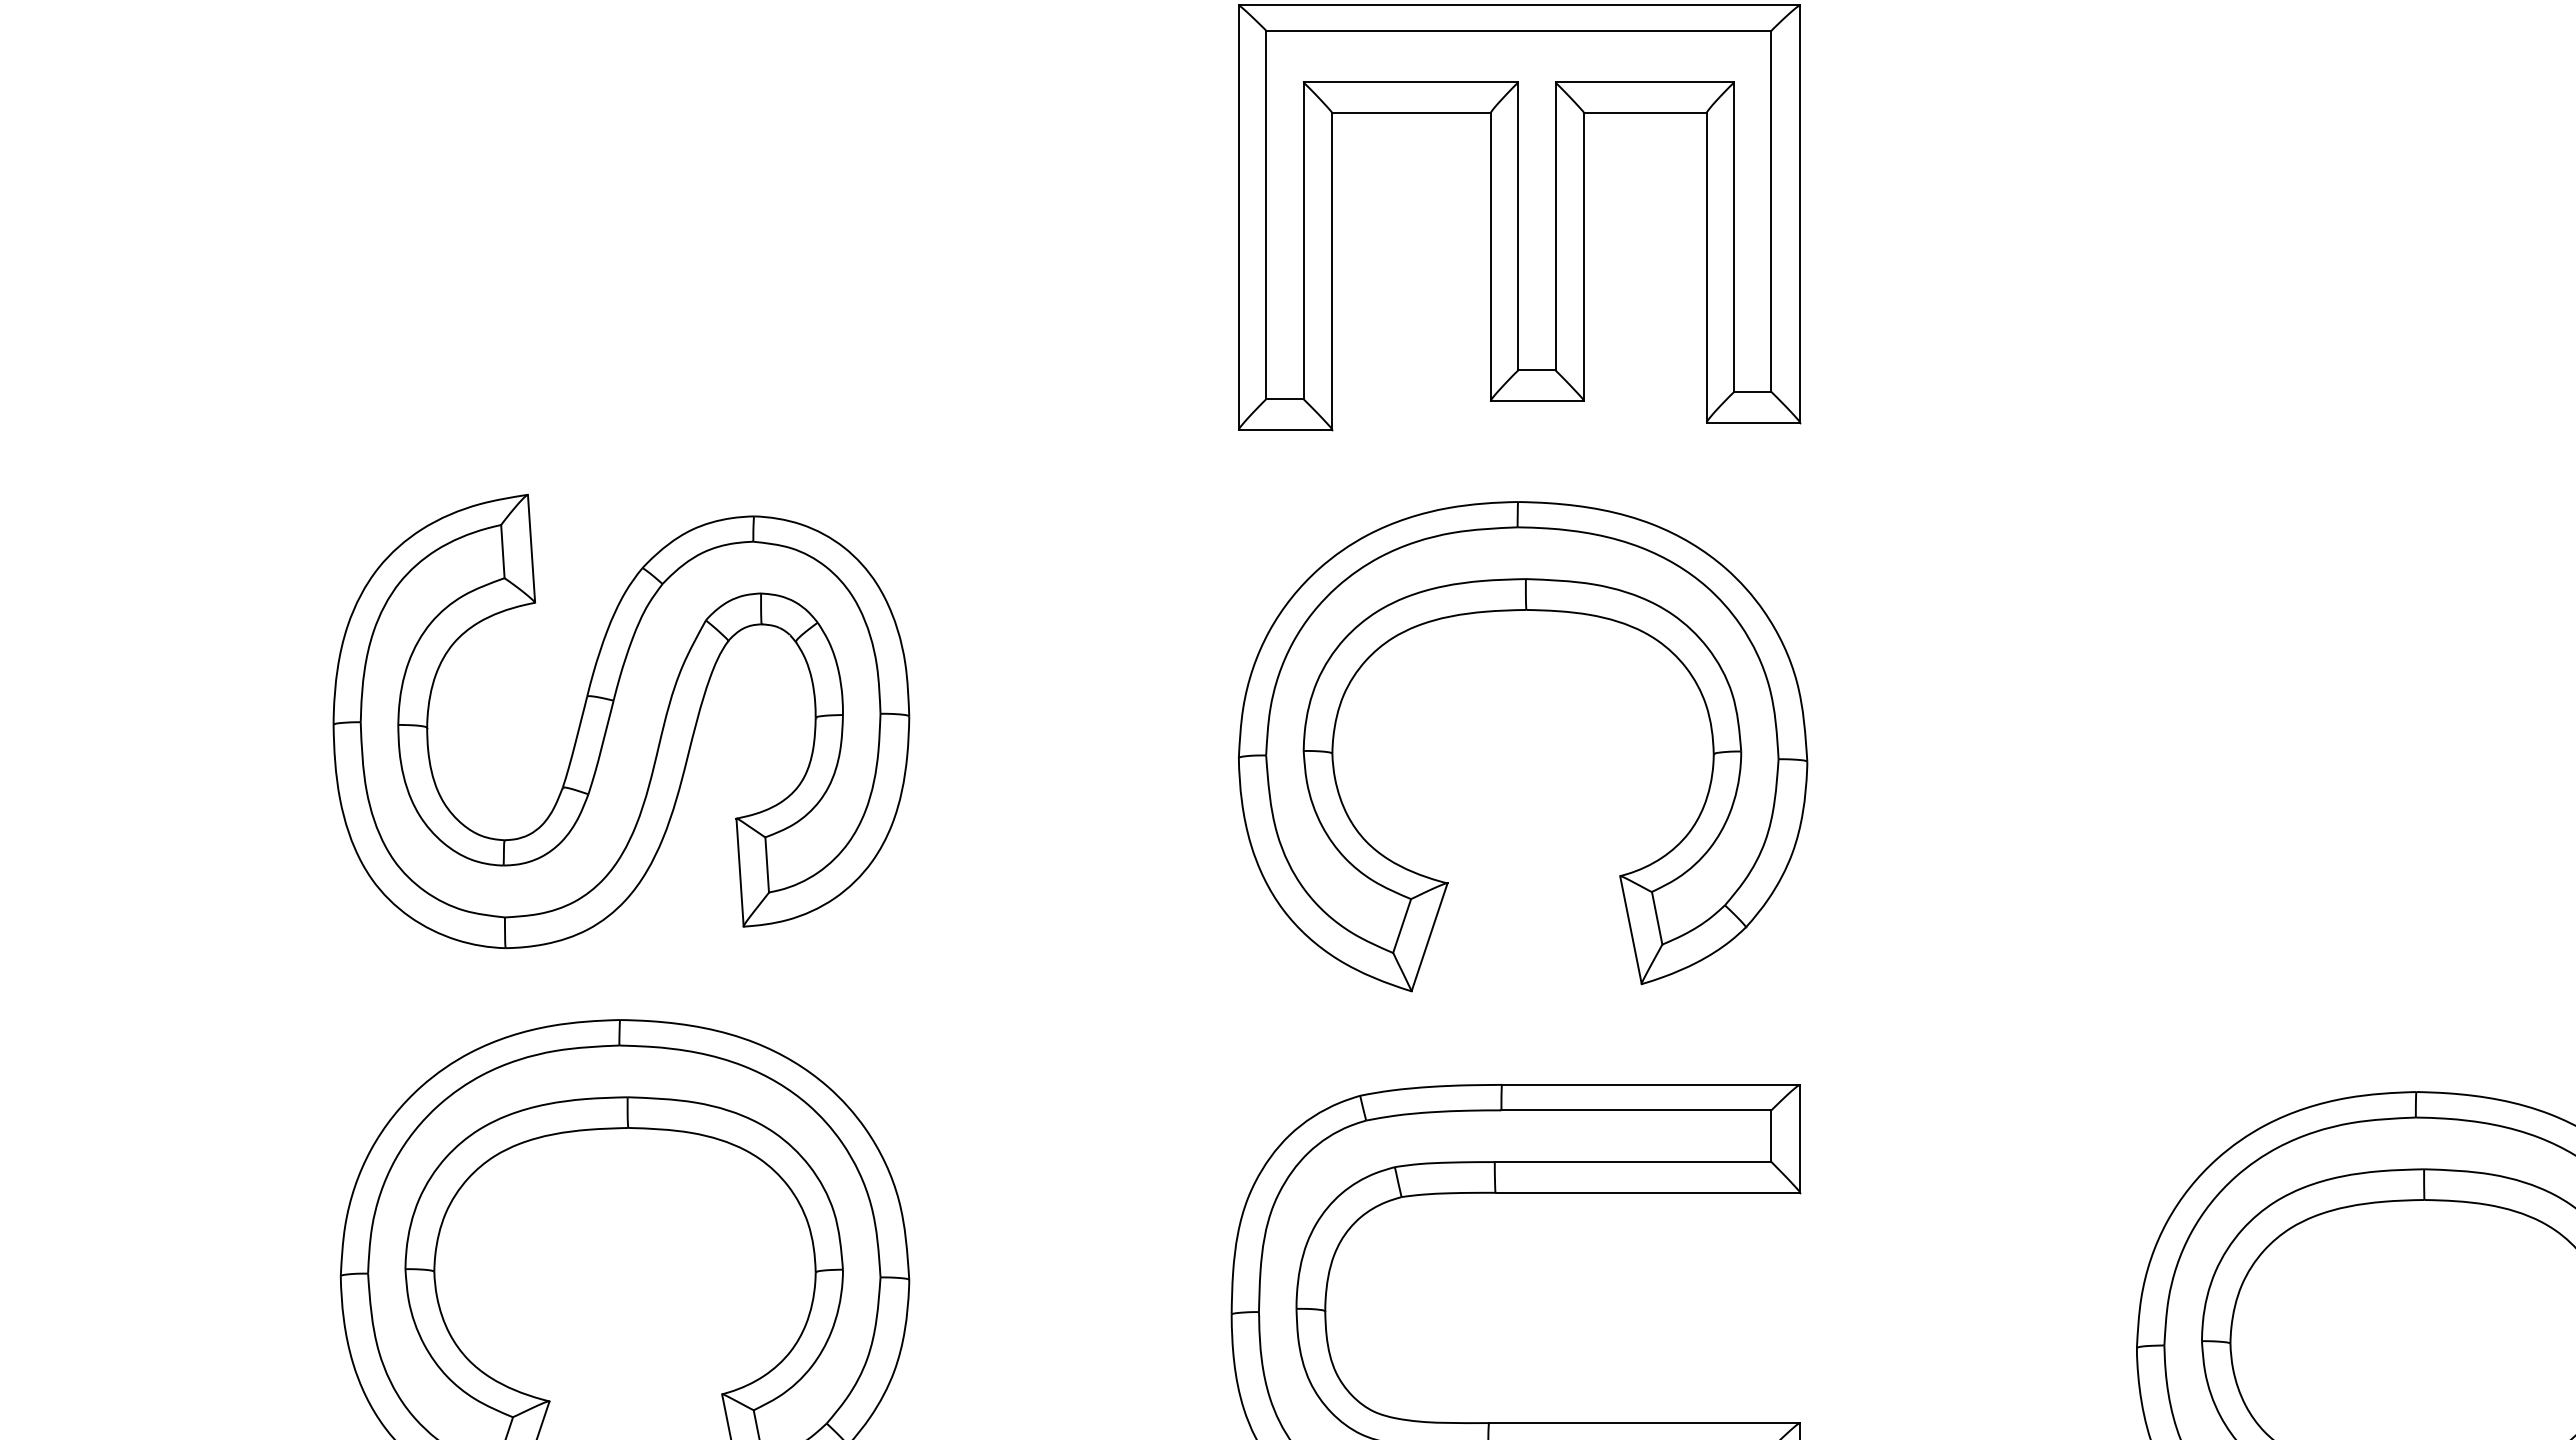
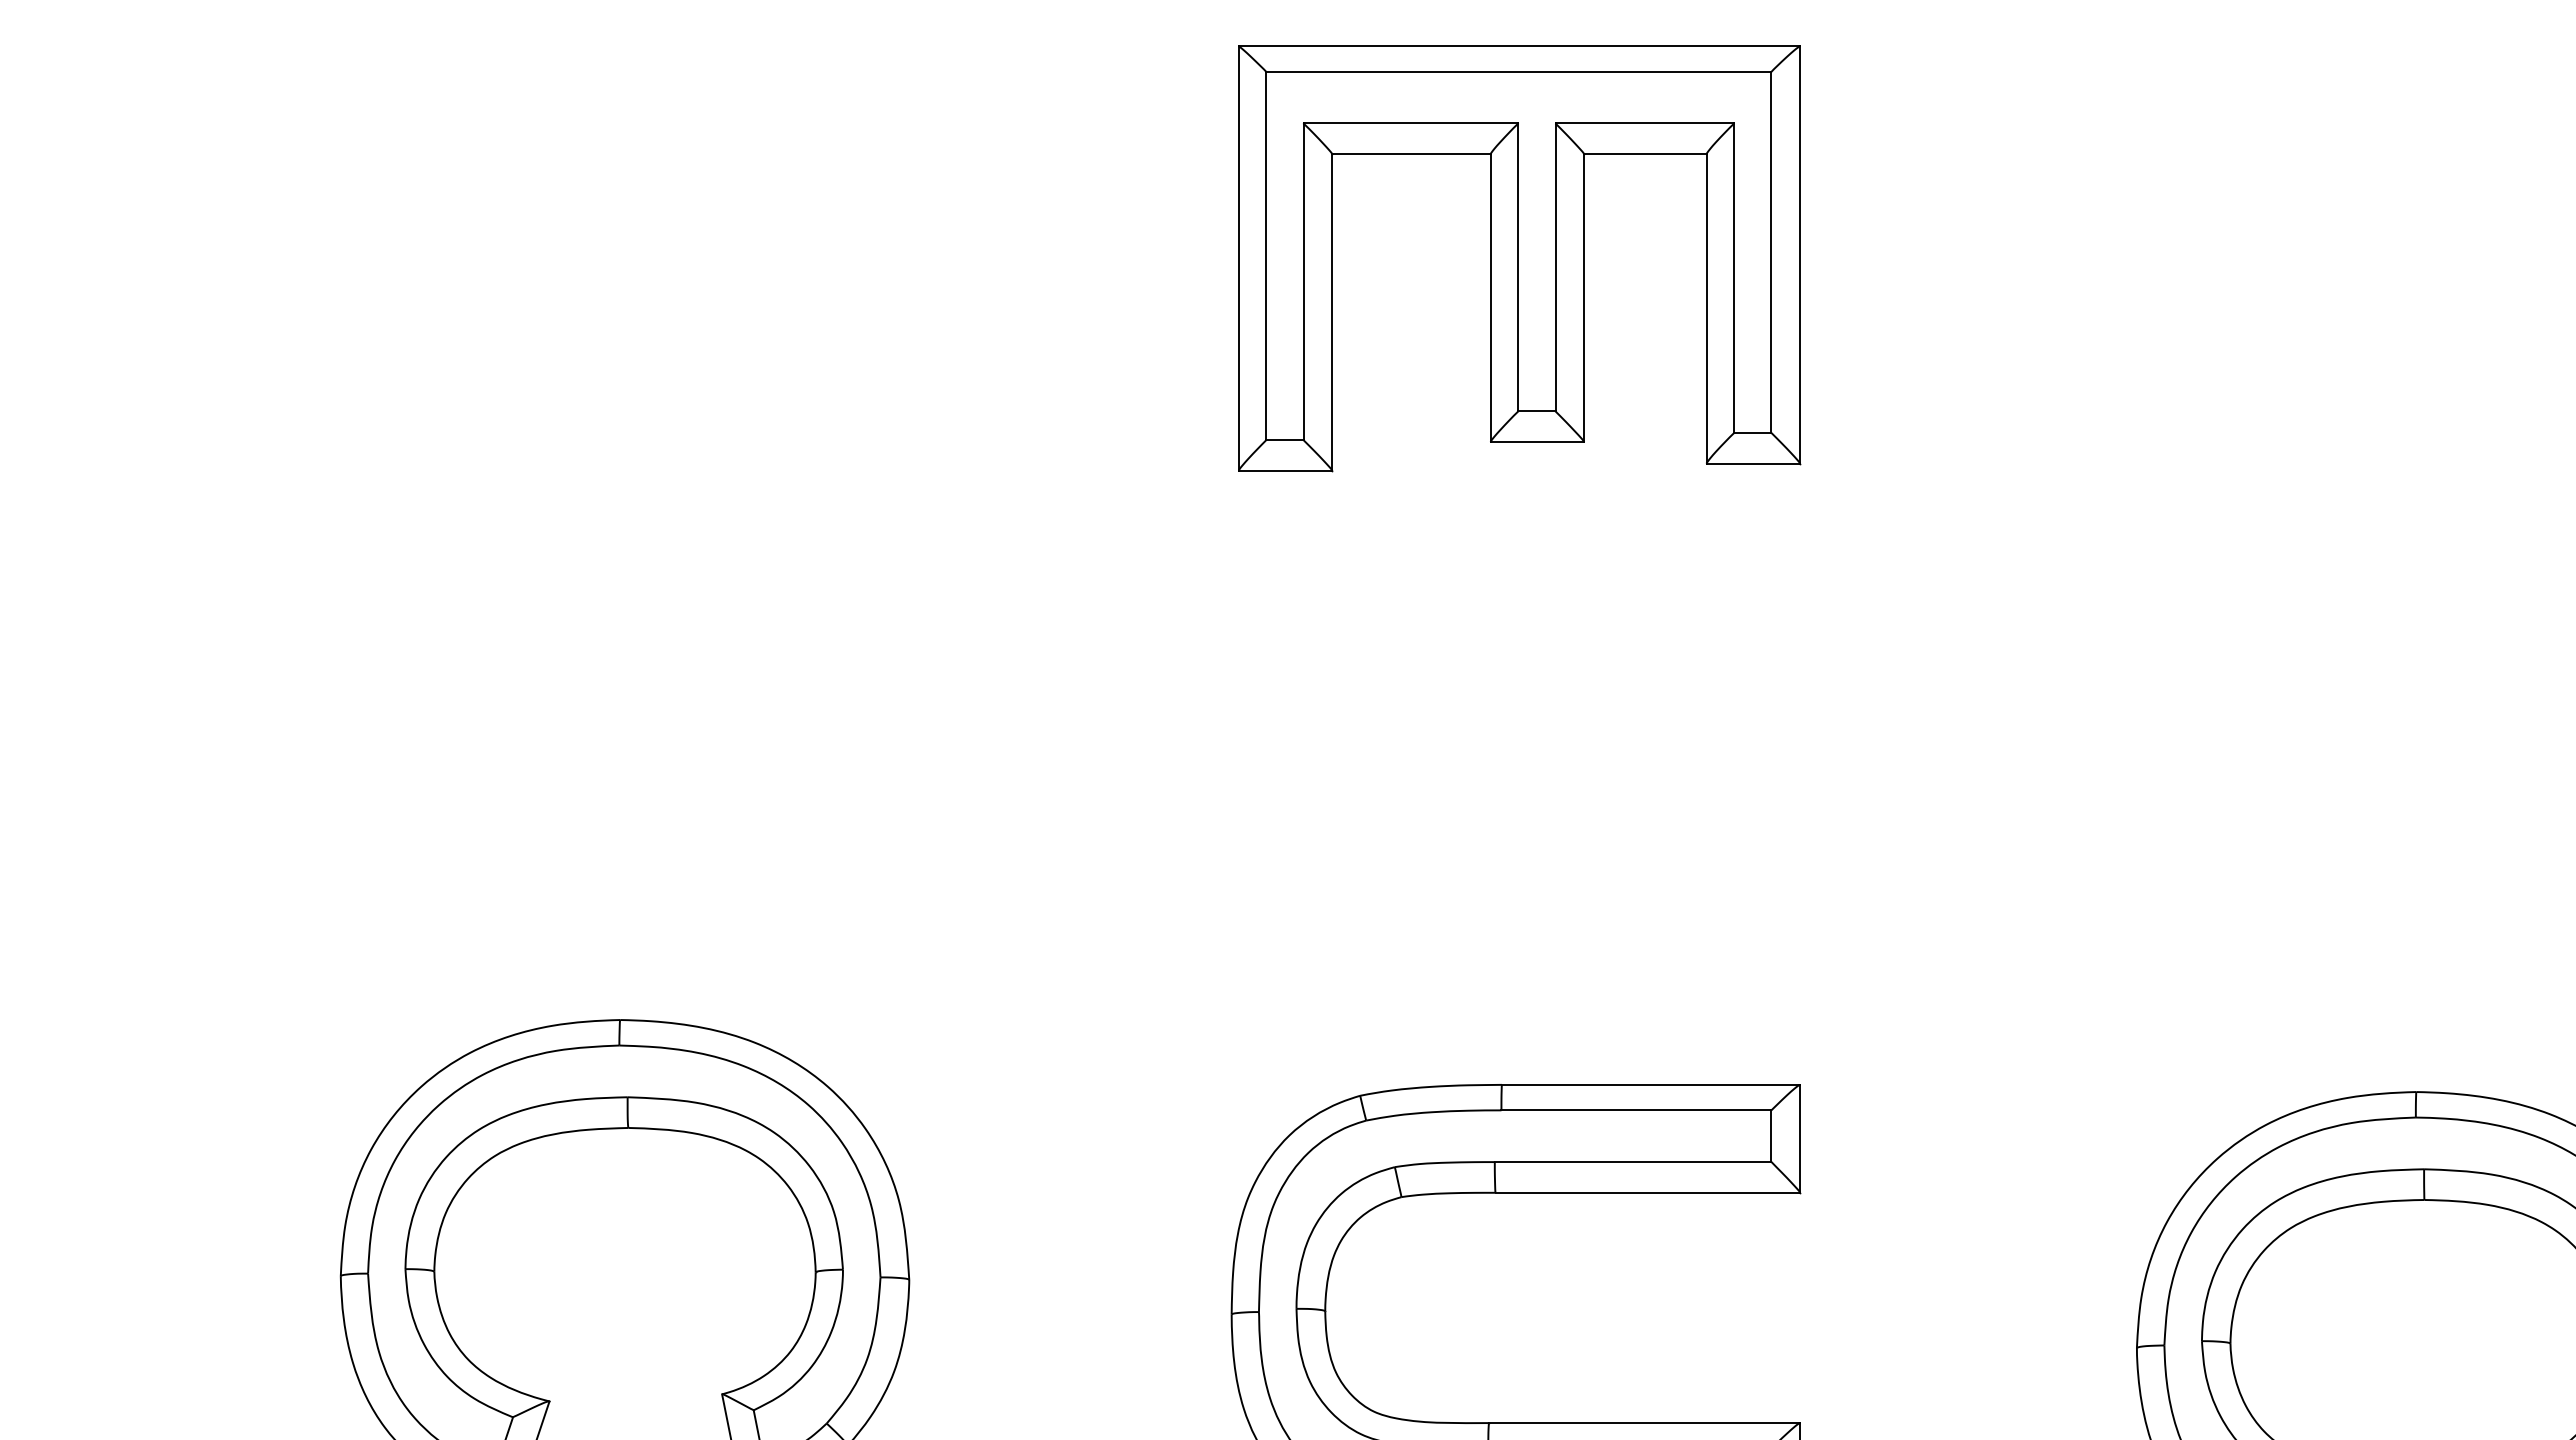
part at (1519, 217) position: (1519, 217) -> (1519, 258)
part at (1515, 611): present -> none
part at (621, 721): present -> none
